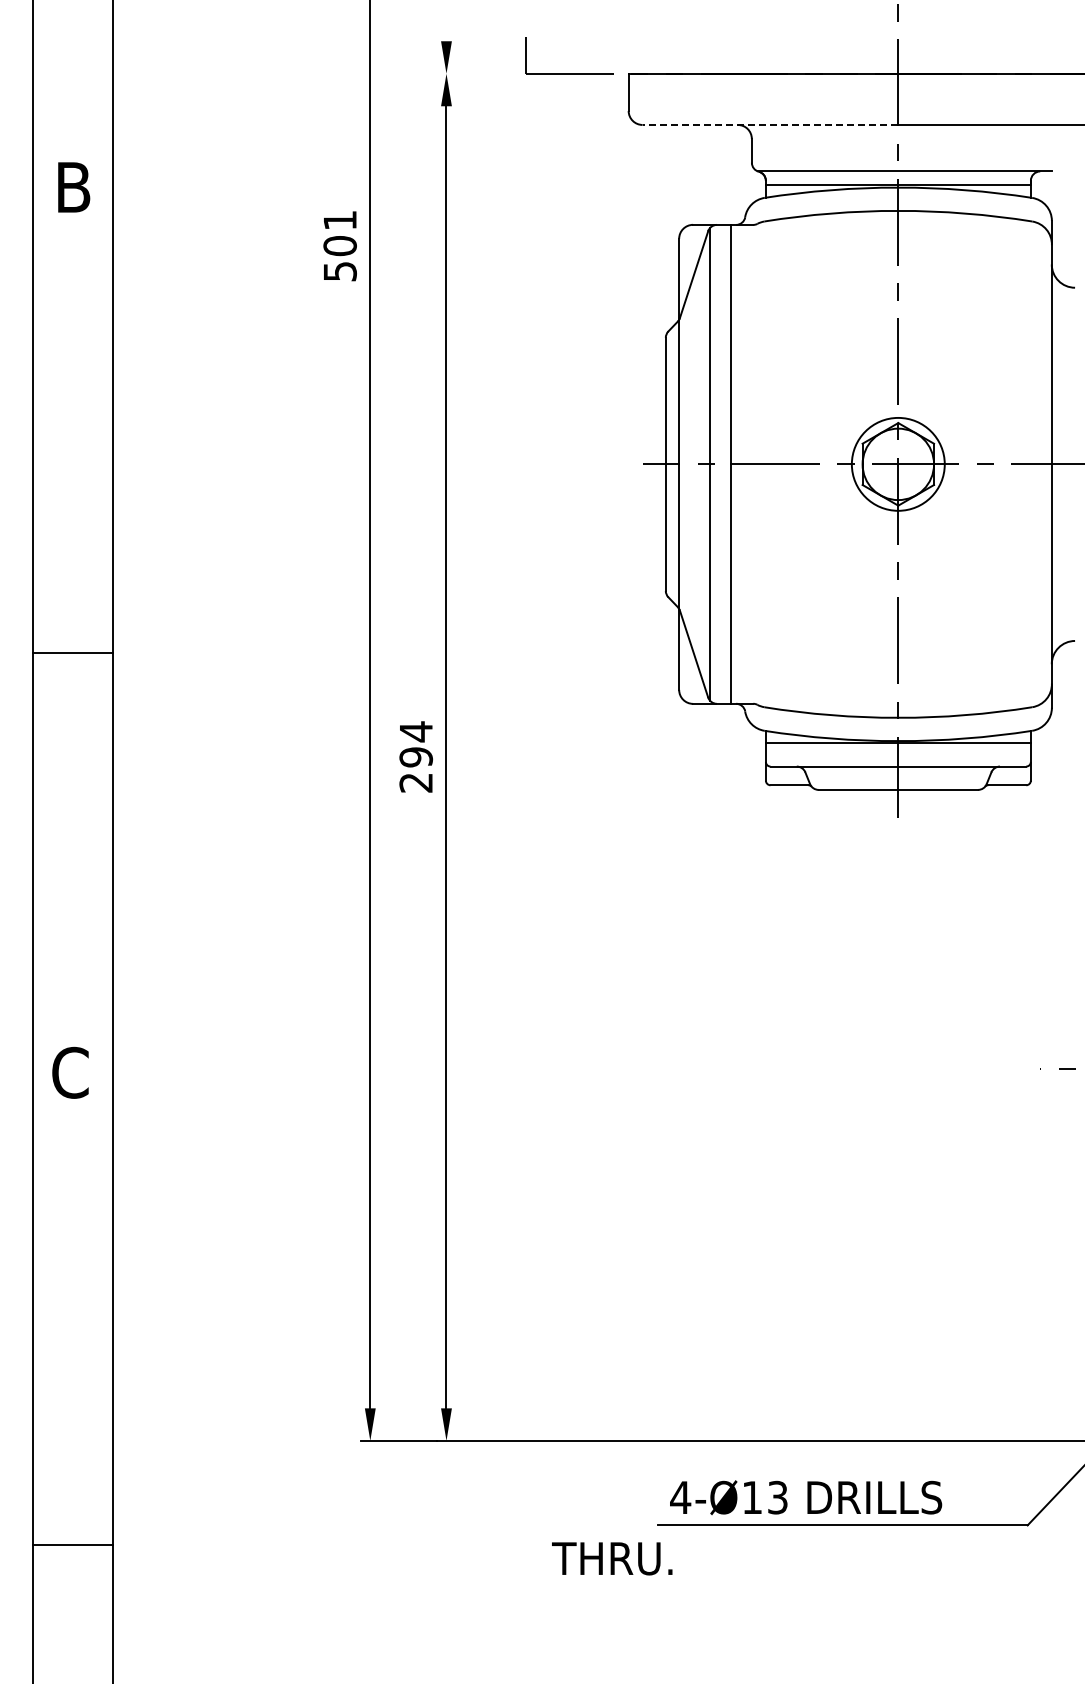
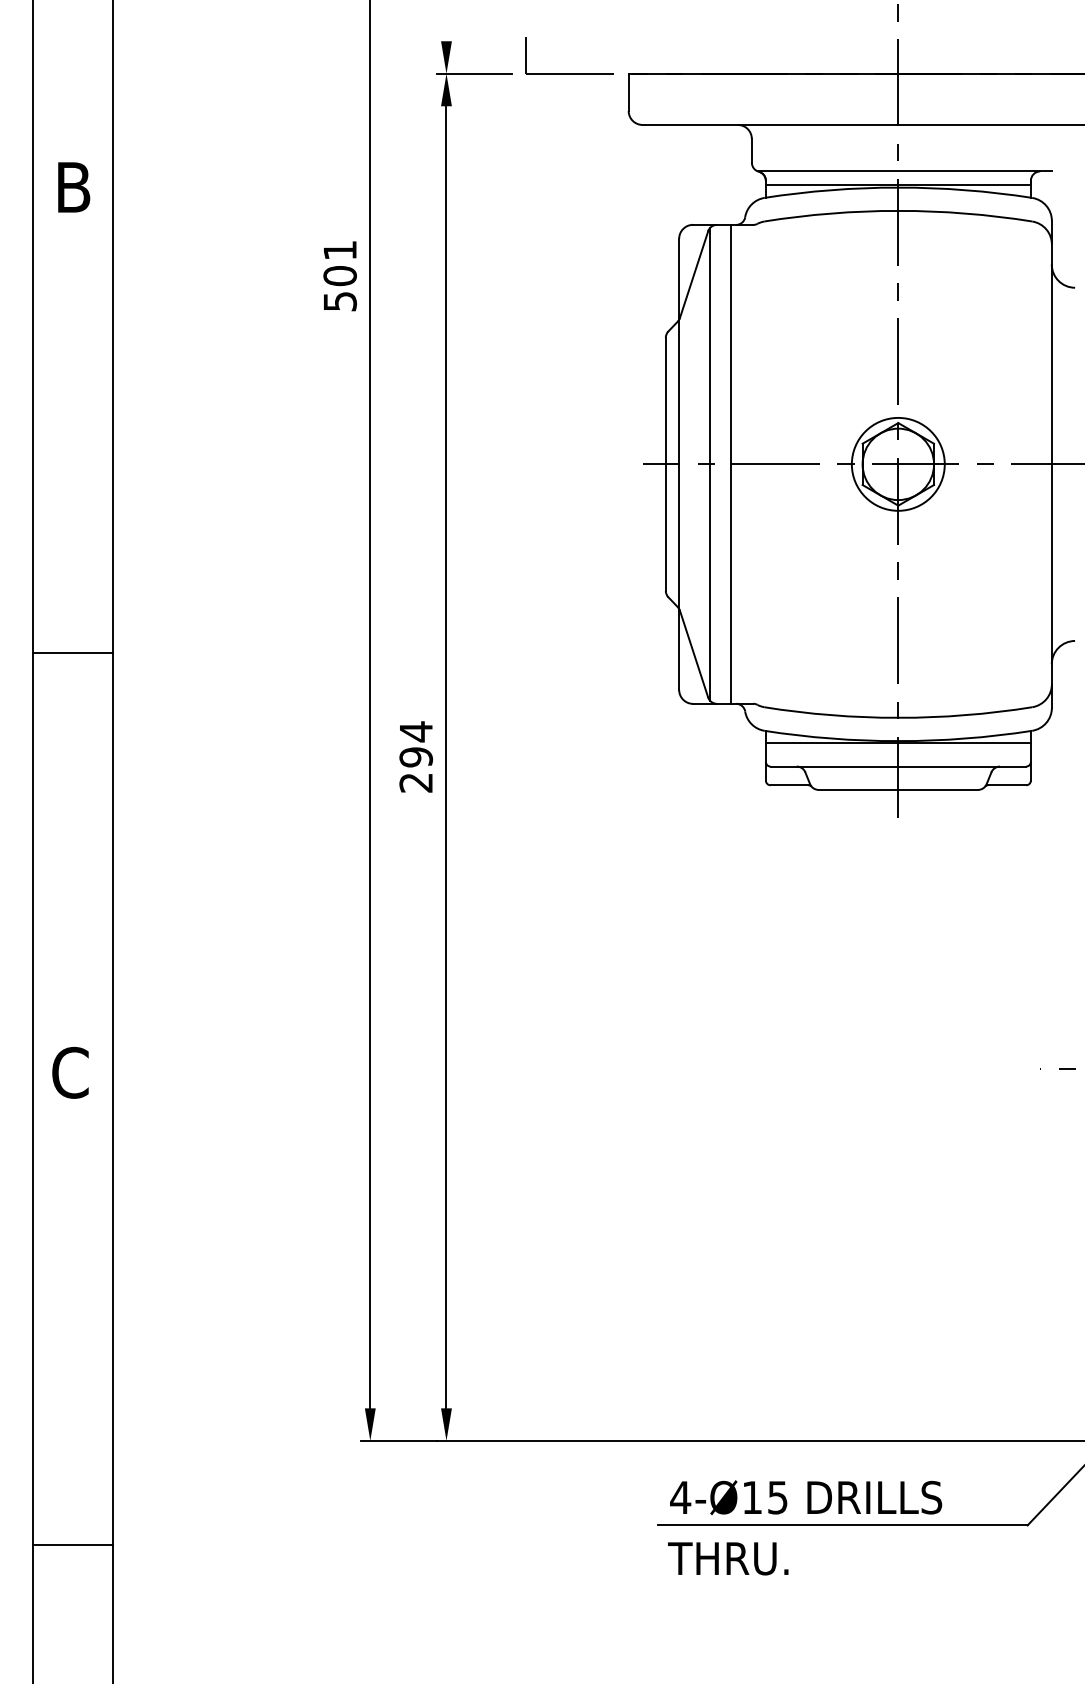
line at (474, 73): none -> present
line at (770, 124): dashed -> solid
text at (339, 246) position: (339, 246) -> (339, 276)
text at (777, 1496): 4-Ø13 -> 4-Ø15
text at (612, 1558) position: (612, 1558) -> (728, 1558)
